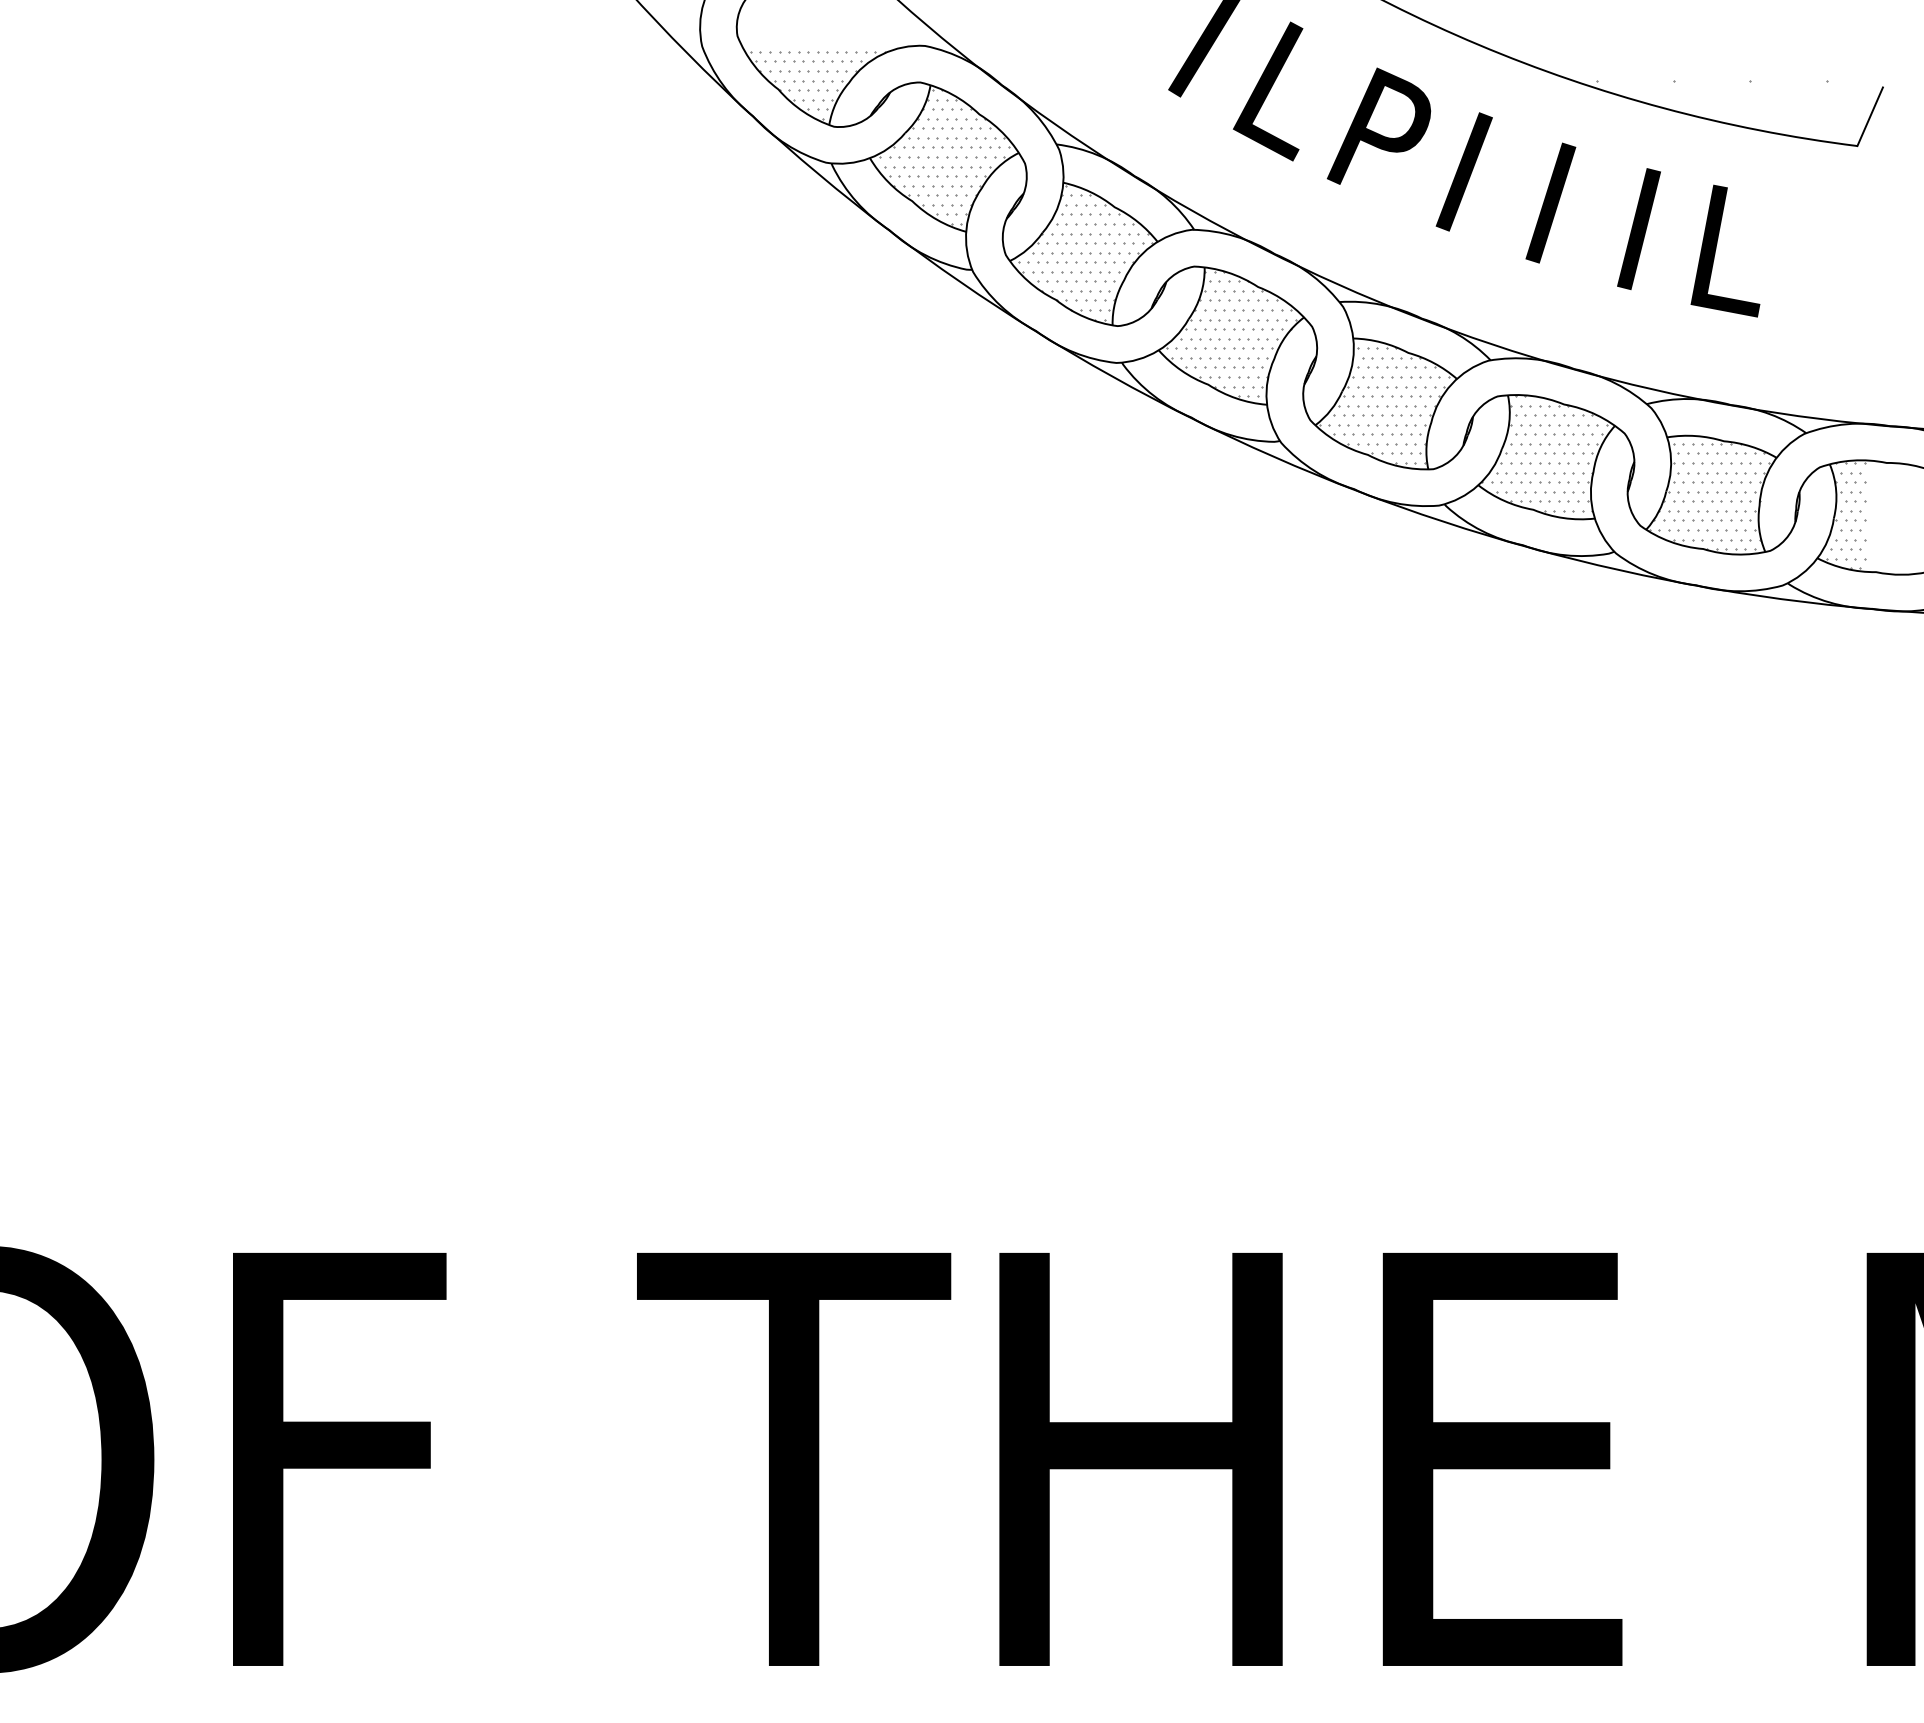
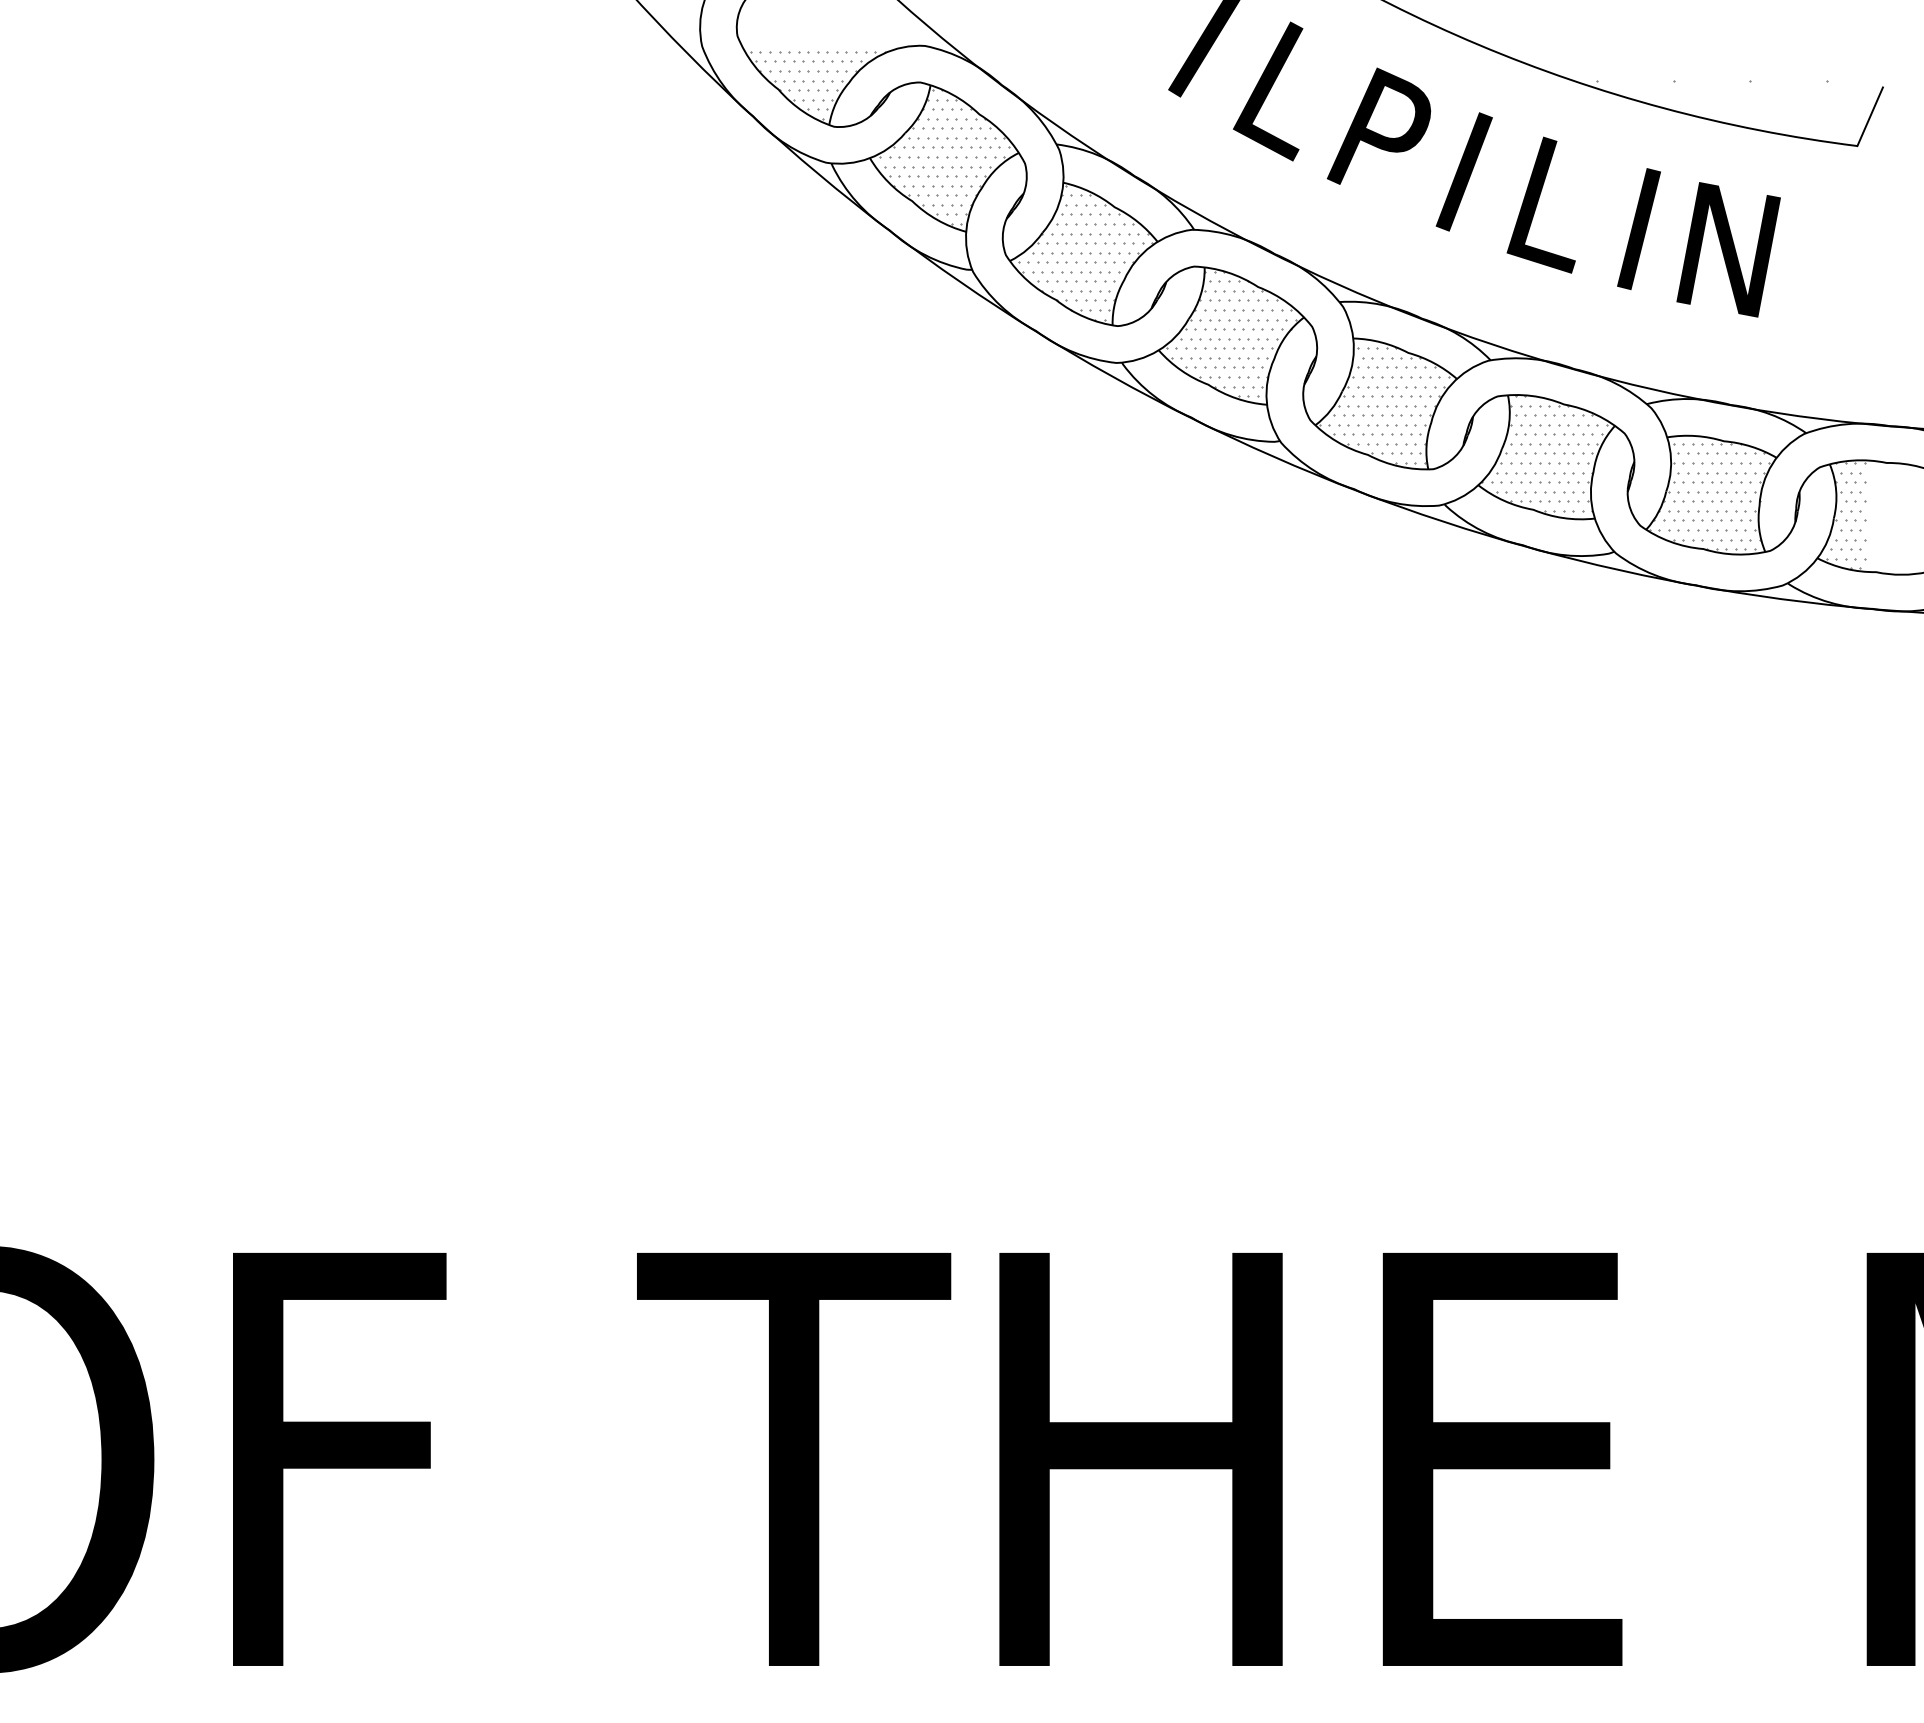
text at (1541, 204): I -> L
text at (1728, 249): L -> N
